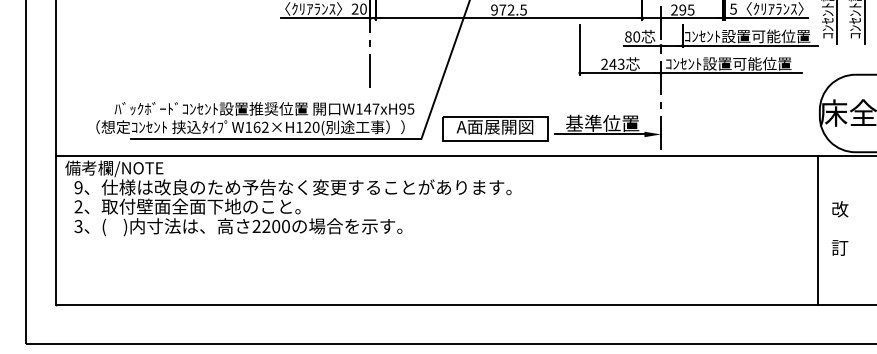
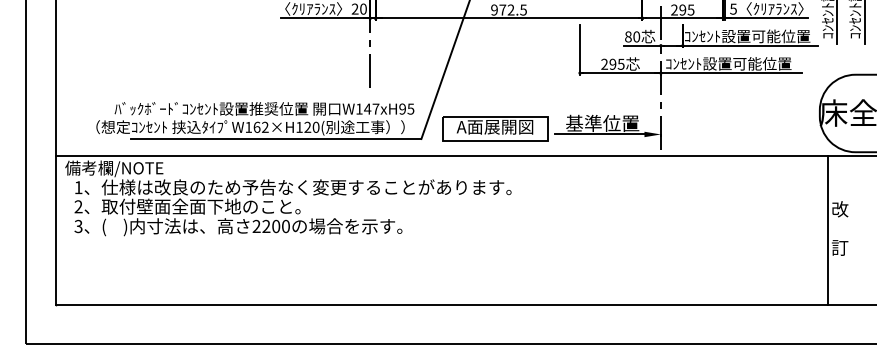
text at (616, 63): 243 -> 295
text at (78, 187): 9 -> 1
line at (817, 230) position: (817, 230) -> (827, 230)
